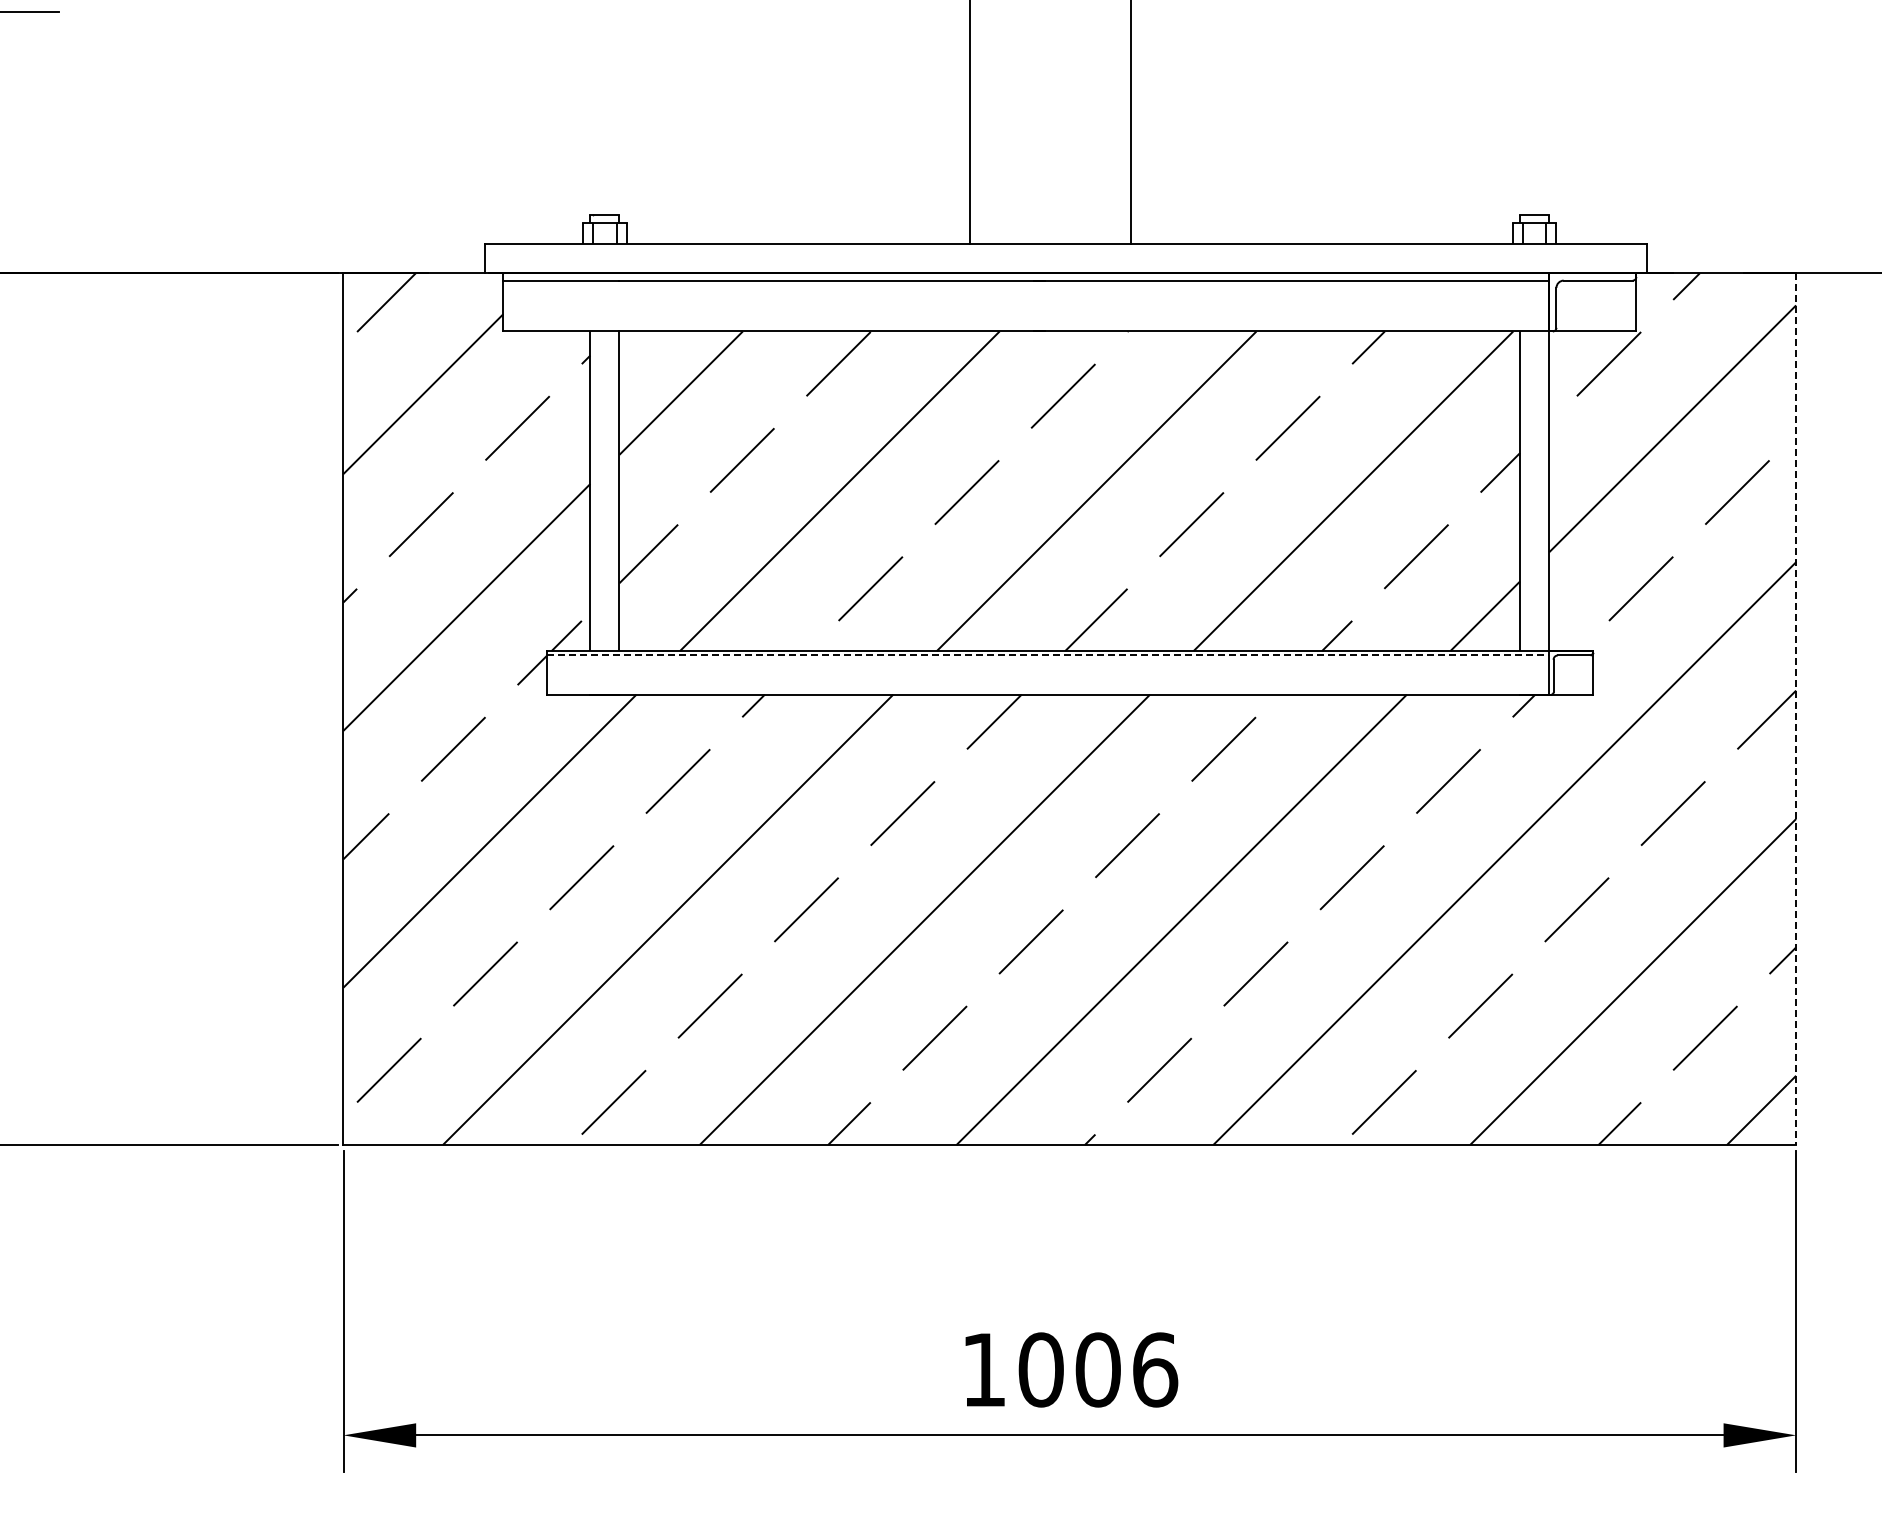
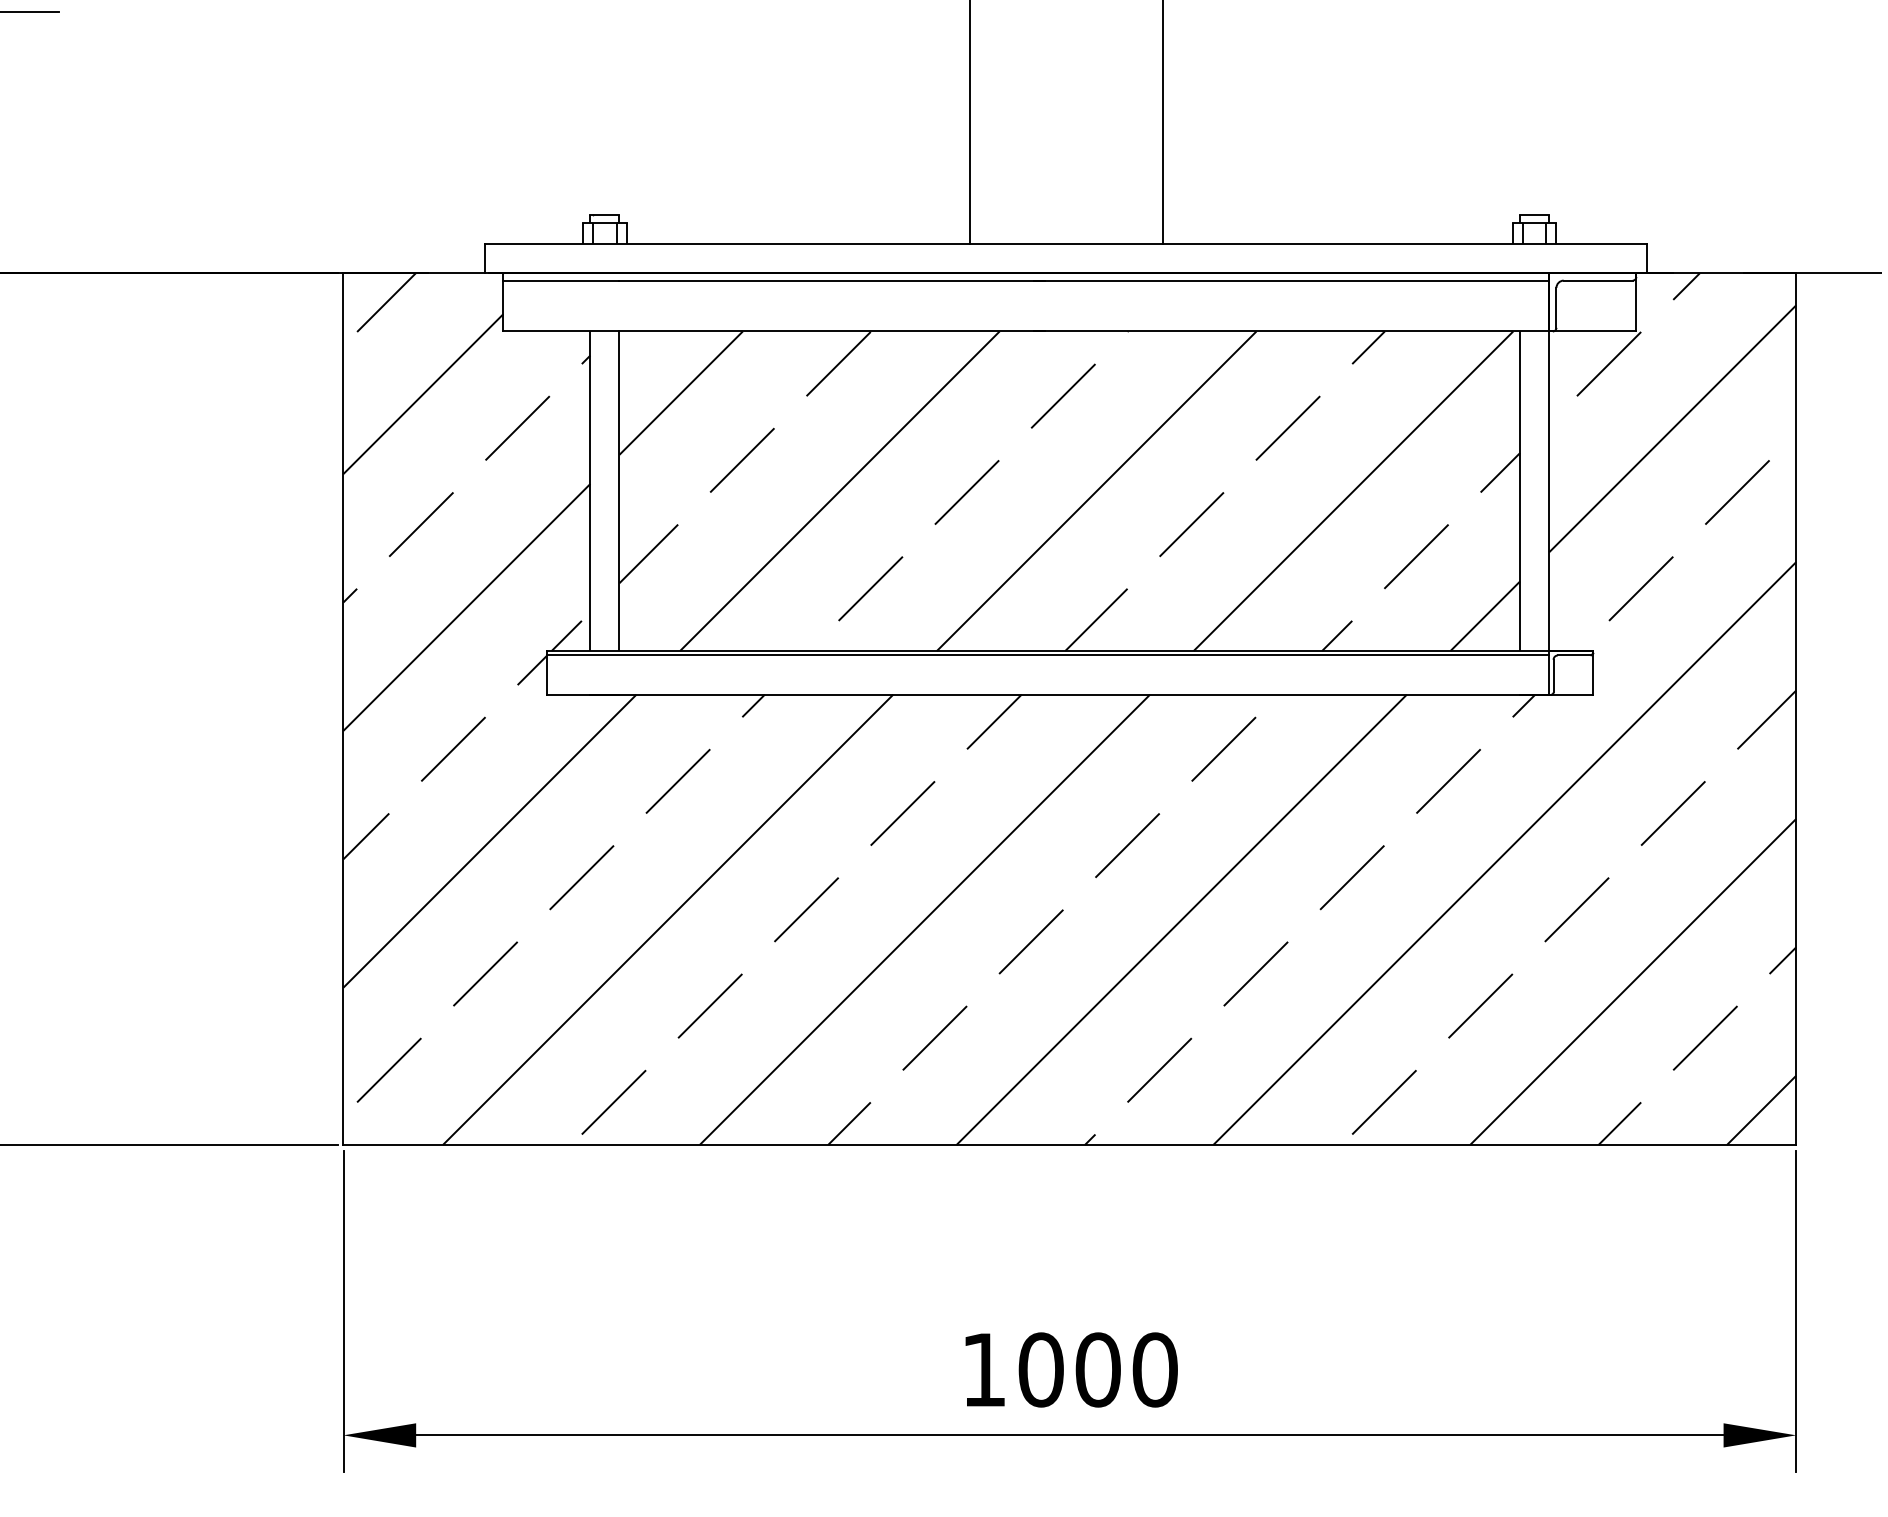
line at (1130, 123) position: (1130, 123) -> (1162, 123)
line at (1048, 655): dashed -> solid
line at (1796, 709): dashed -> solid
text at (1155, 1369): 1006 -> 1000
